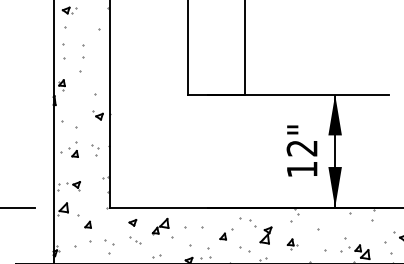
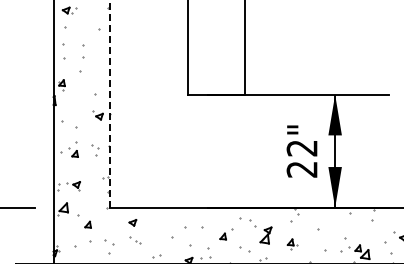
line at (110, 103): solid -> dashed
text at (301, 169): 12" -> 22"
part at (160, 226): present -> none
